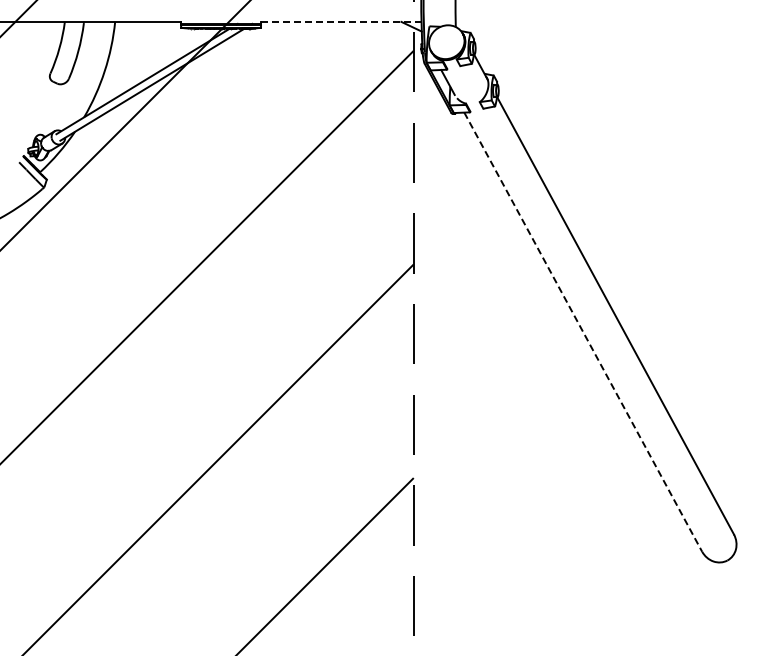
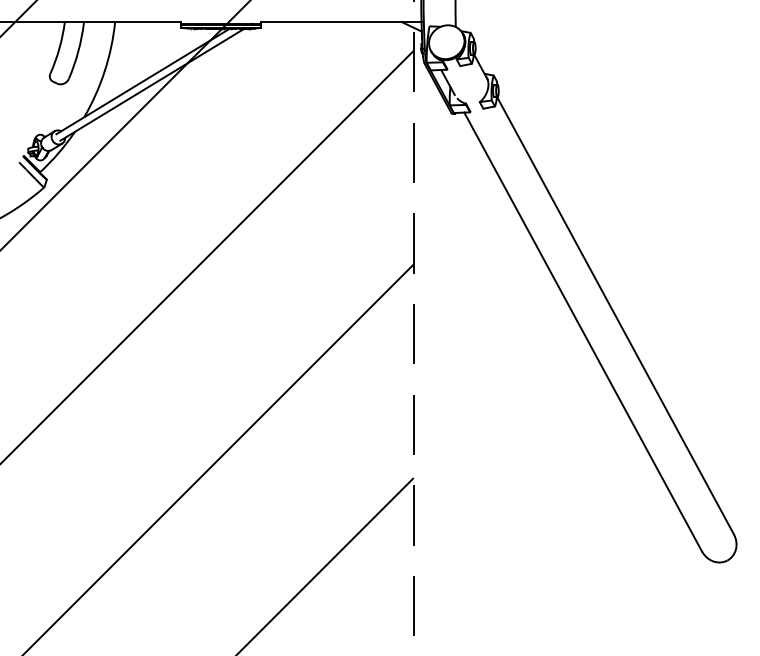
line at (341, 21): dashed -> solid
line at (583, 332): dashed -> solid
